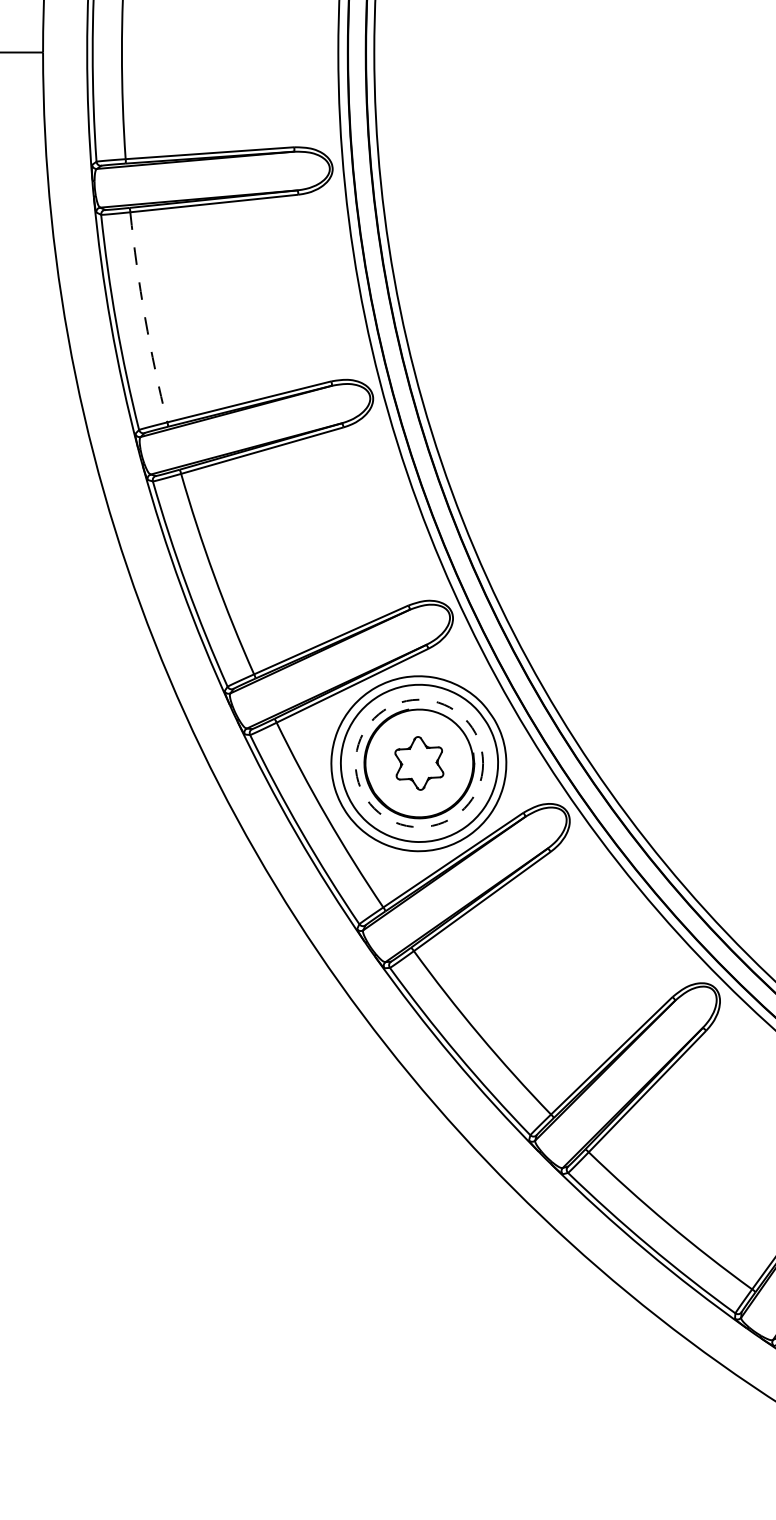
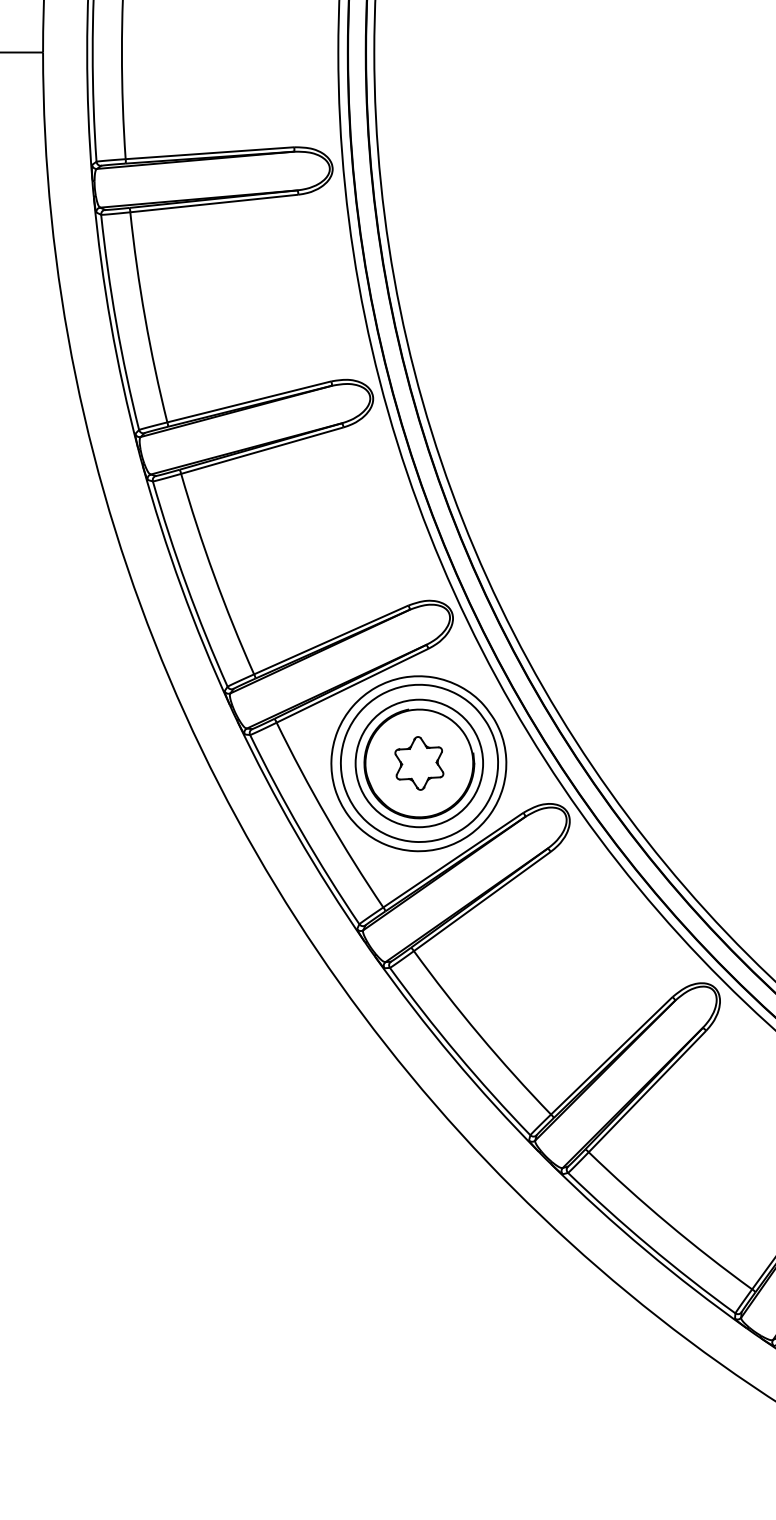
arc at (145, 317): dashed -> solid
circle at (419, 763): dashed -> solid
